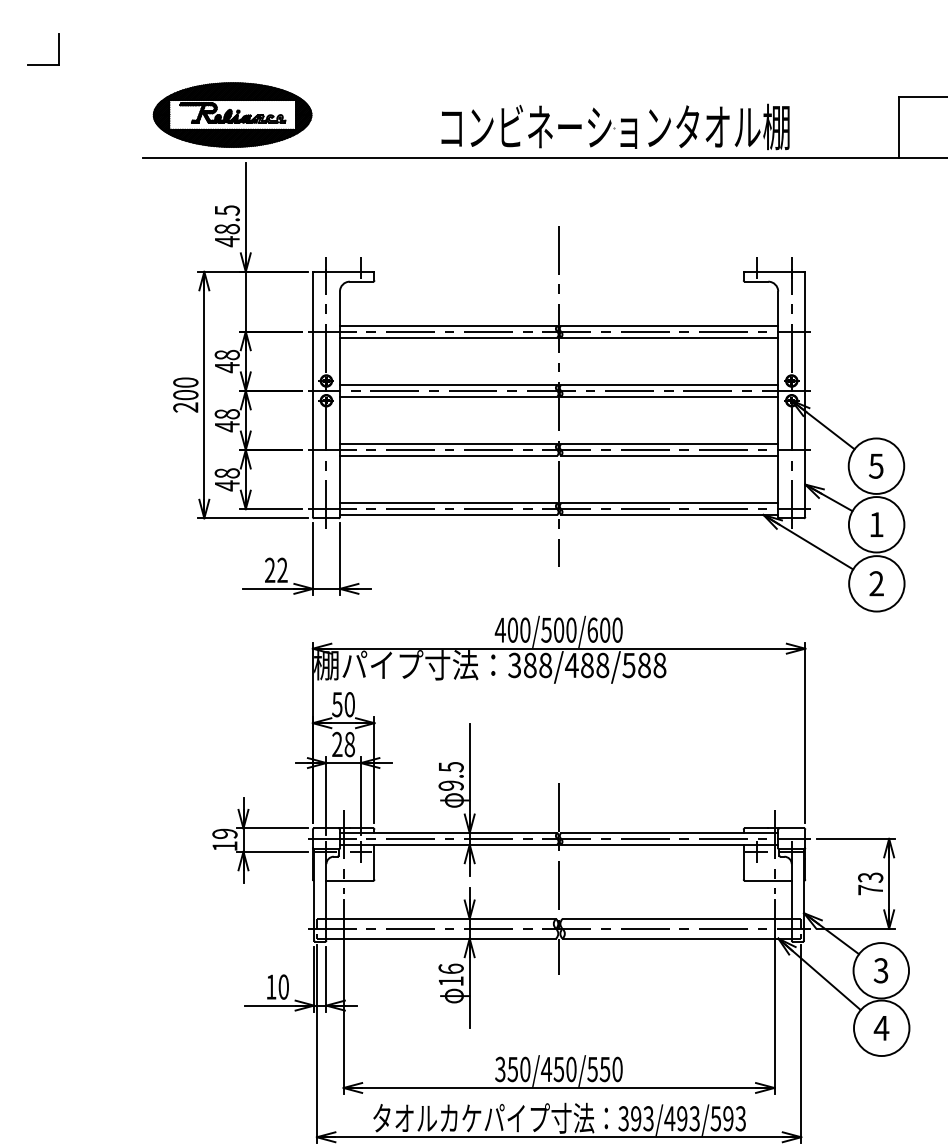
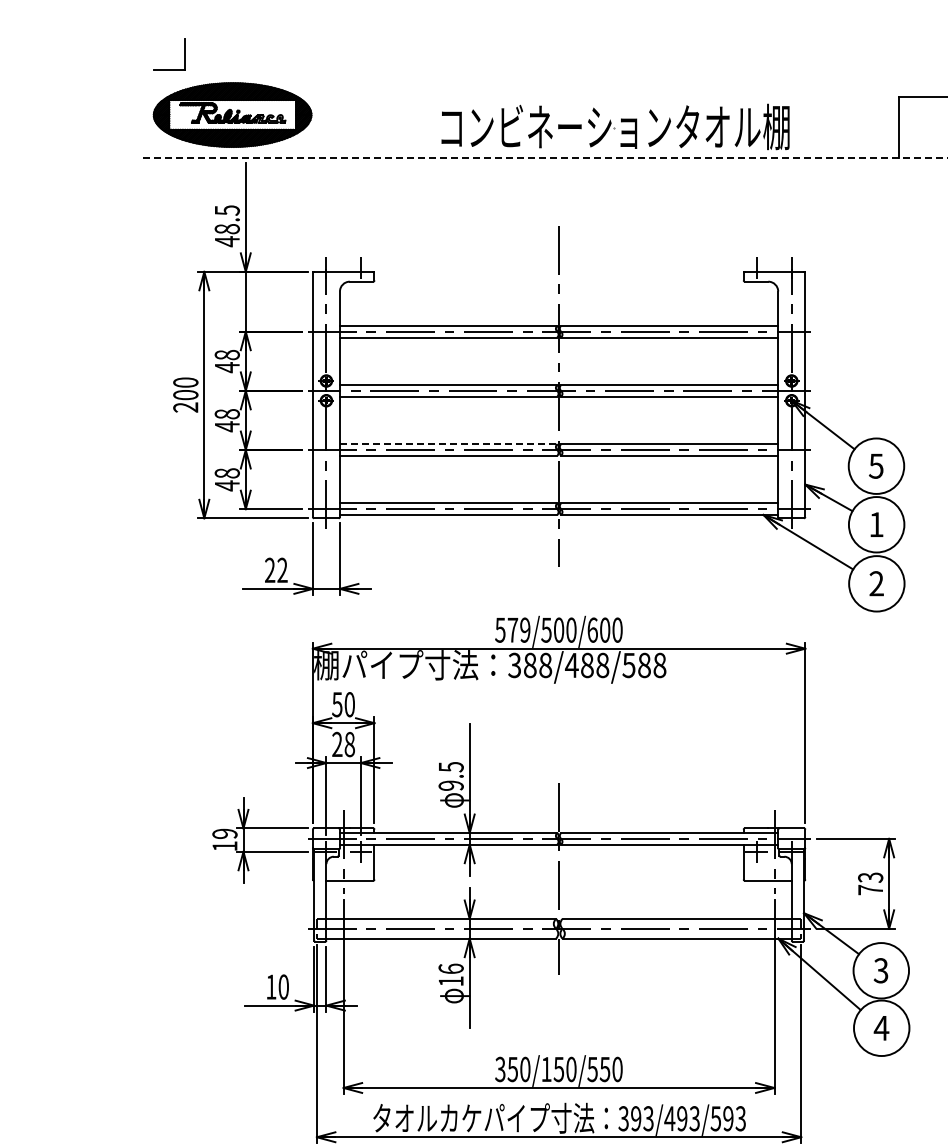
part at (58, 49) position: (58, 49) -> (184, 54)
line at (546, 158): solid -> dashed
line at (448, 444): solid -> dashed
text at (512, 629): 400/500/600 -> 579/500/600
text at (546, 1069): 350/450/550 -> 350/150/550
